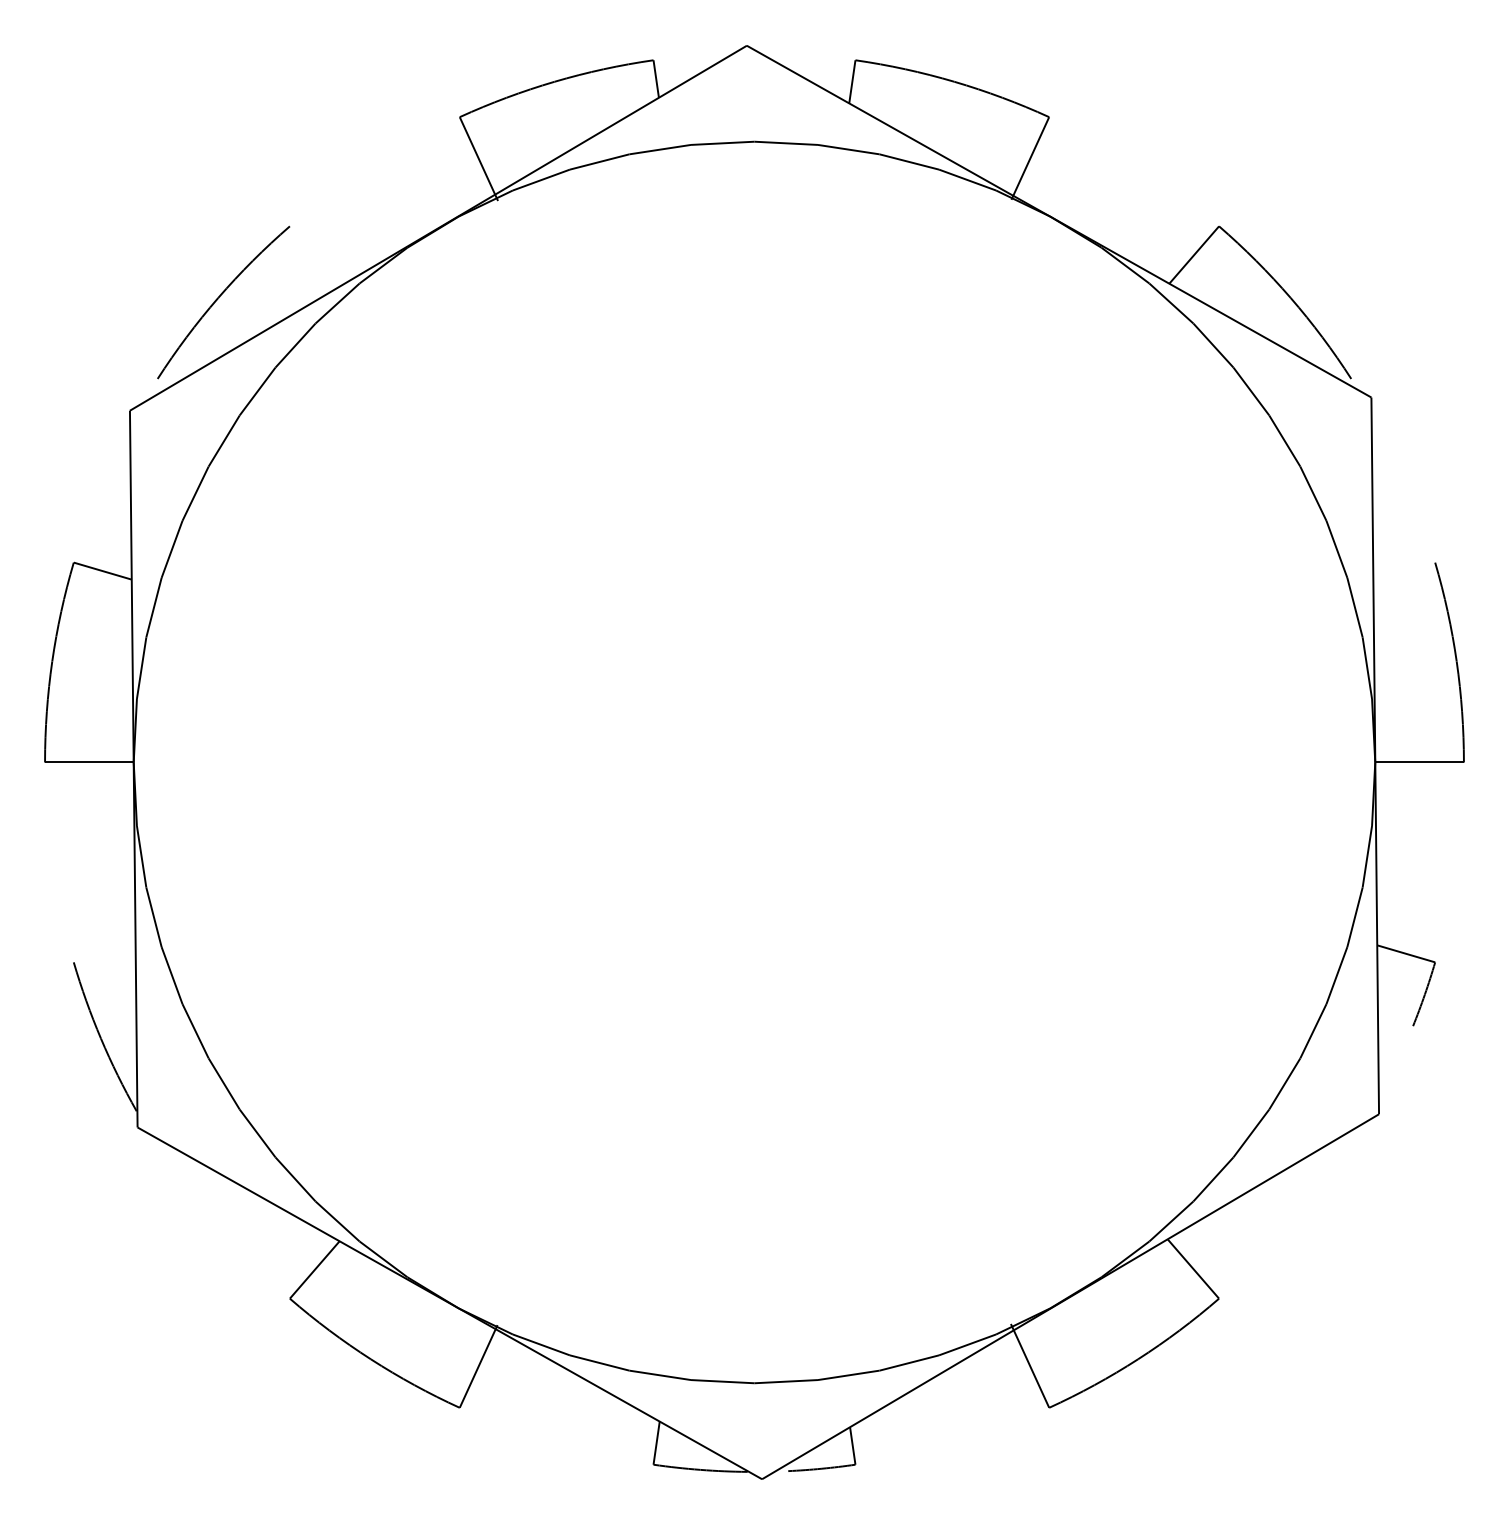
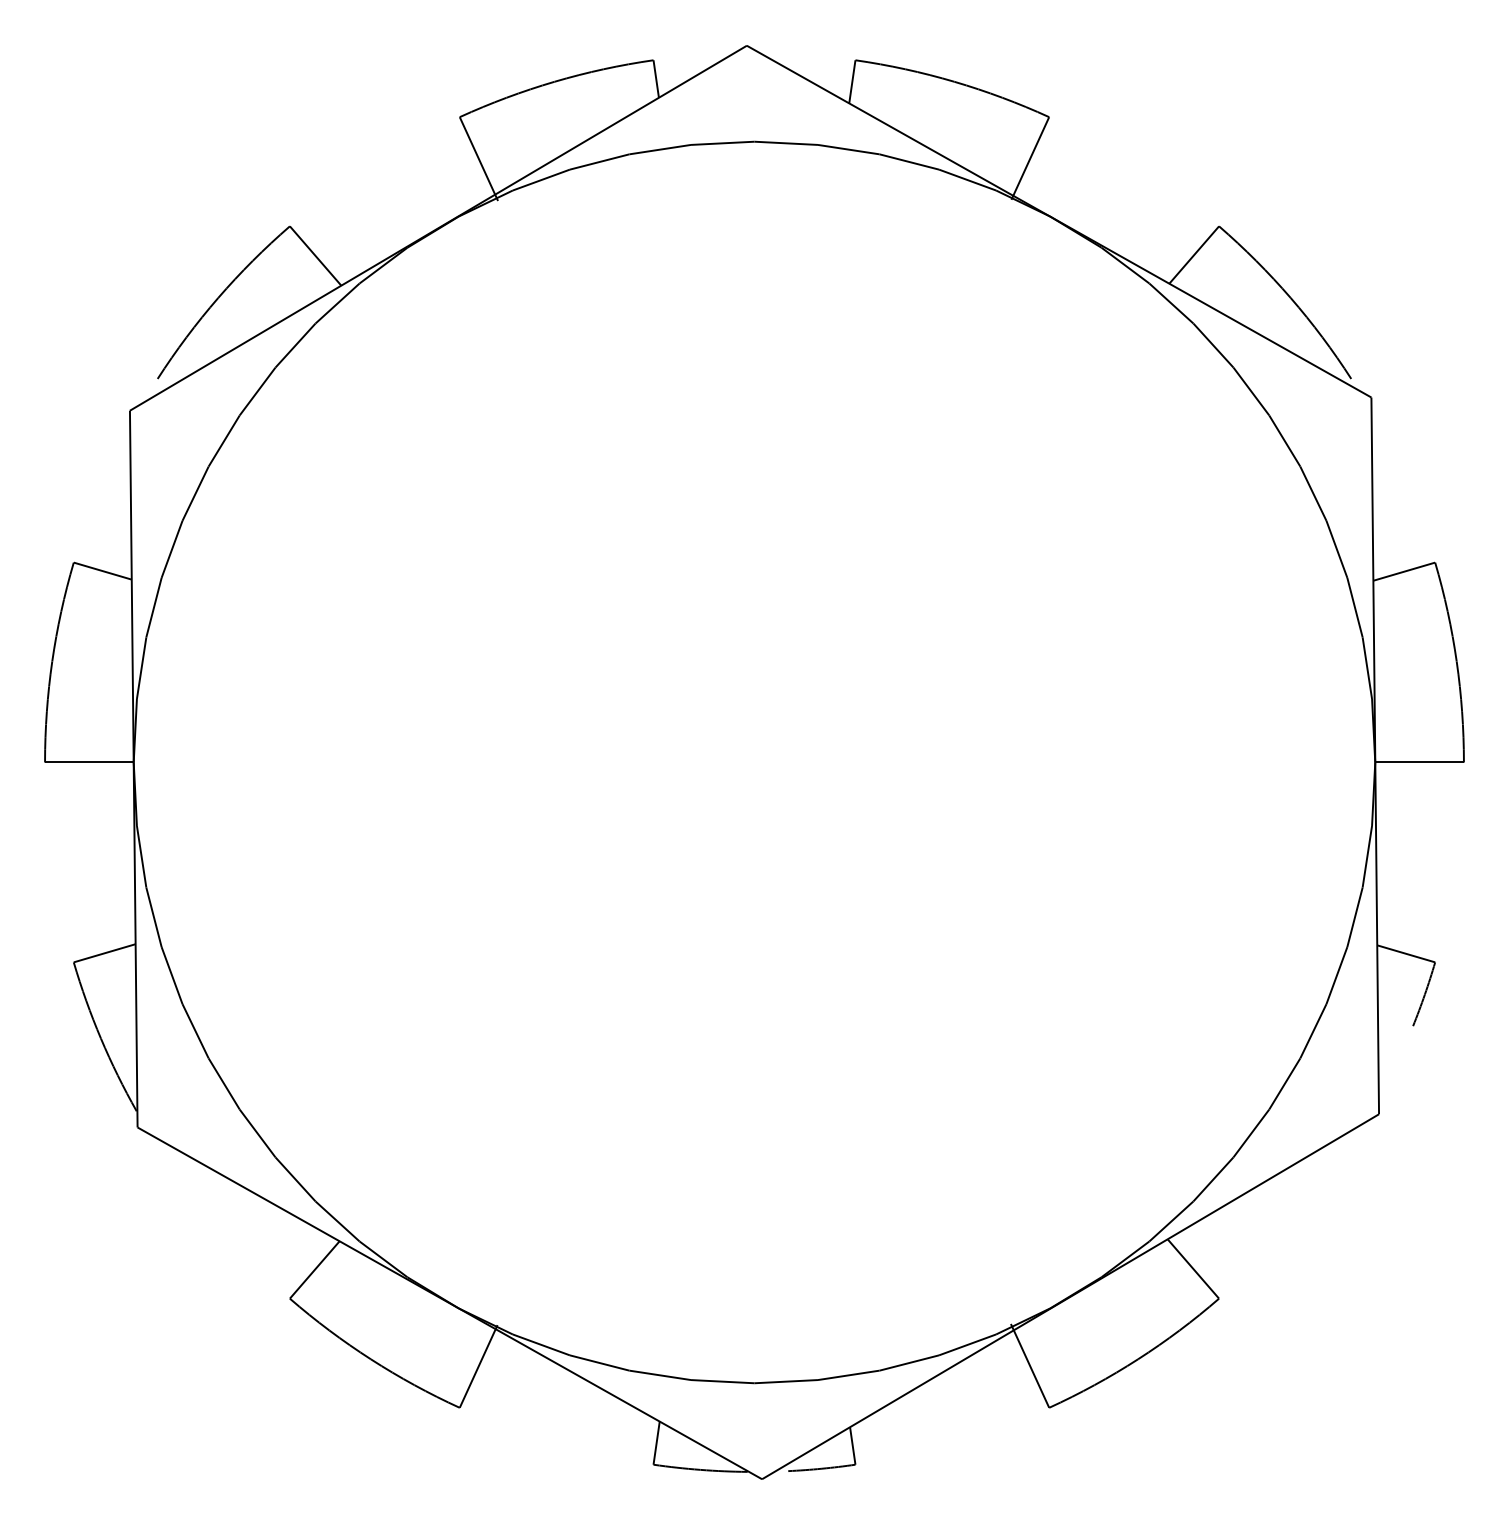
line at (315, 255): none -> present
line at (1404, 571): none -> present
line at (104, 953): none -> present
